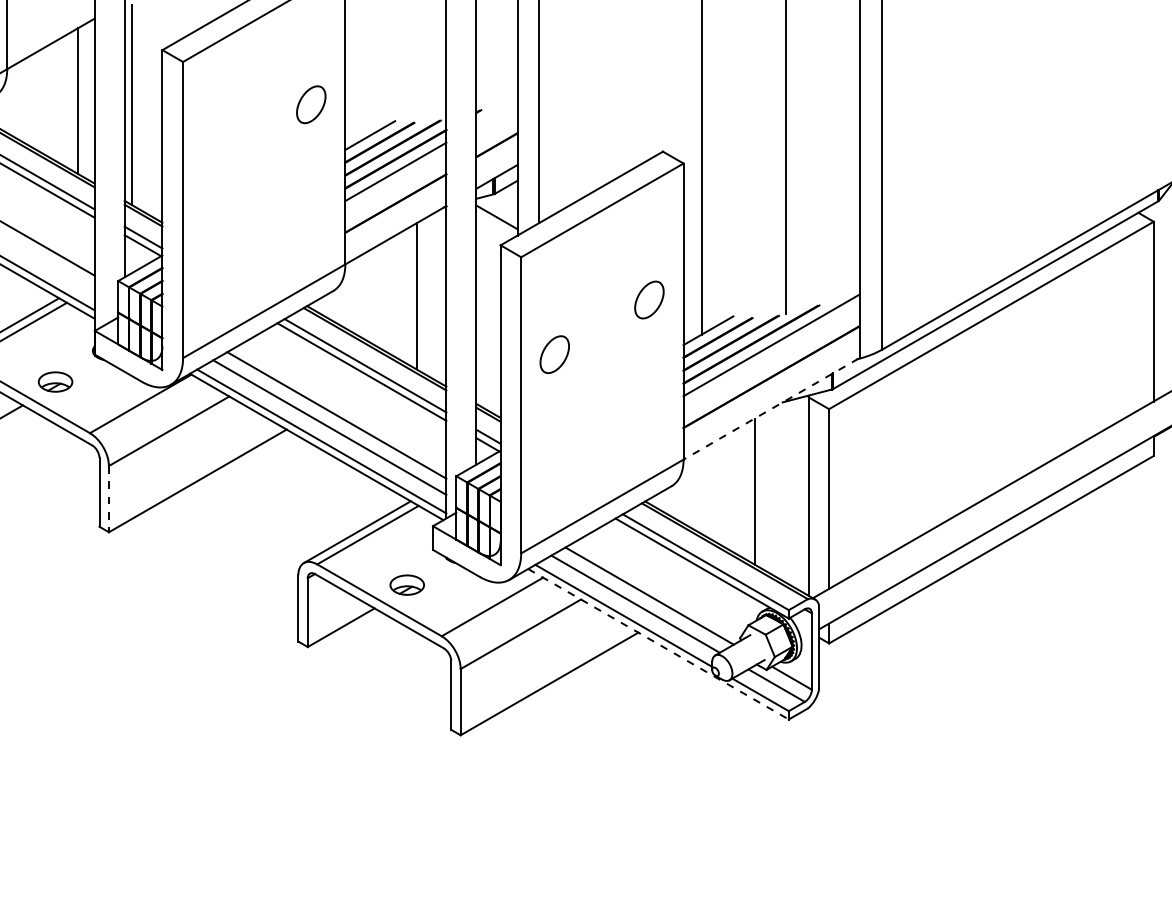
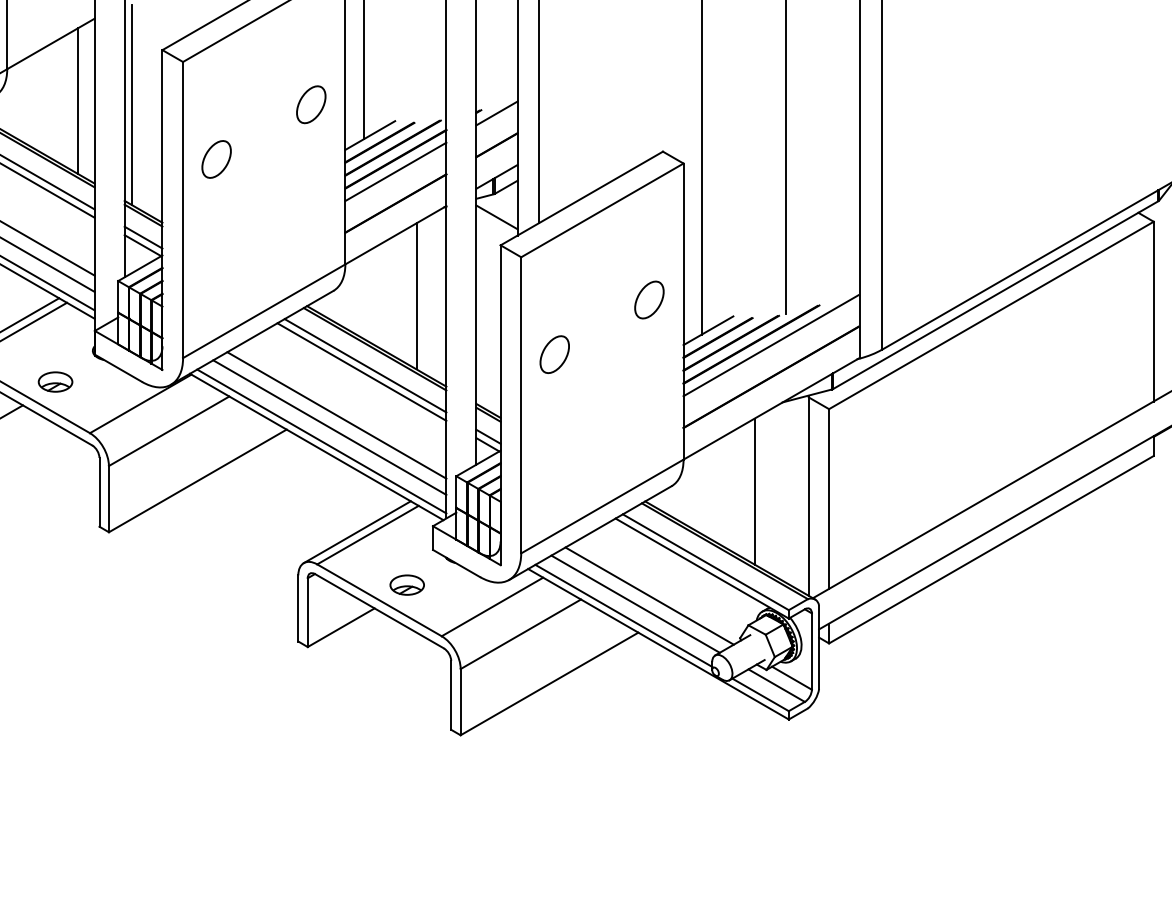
line at (363, 70): none -> present
line at (496, 113): none -> present
part at (216, 159): none -> present
line at (48, 264): none -> present
line at (770, 409): dashed -> solid
line at (108, 499): dashed -> solid
line at (658, 644): dashed -> solid
